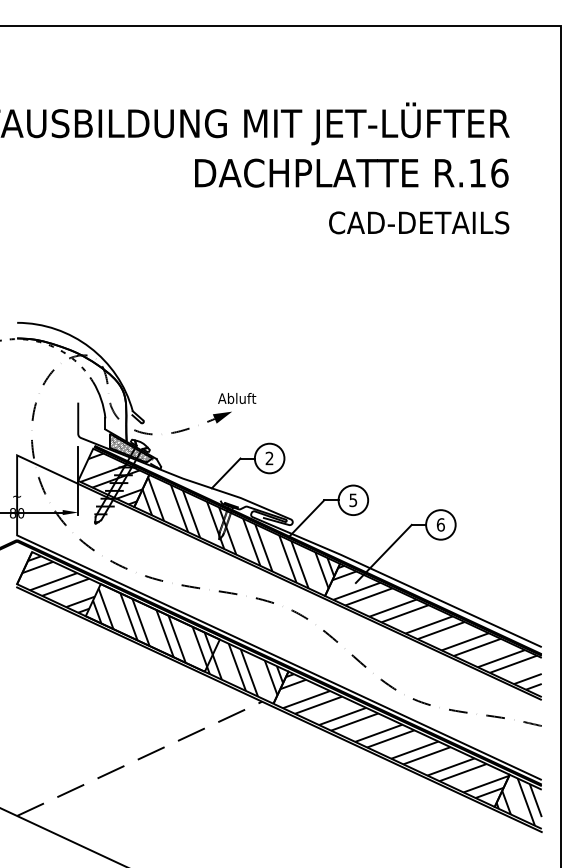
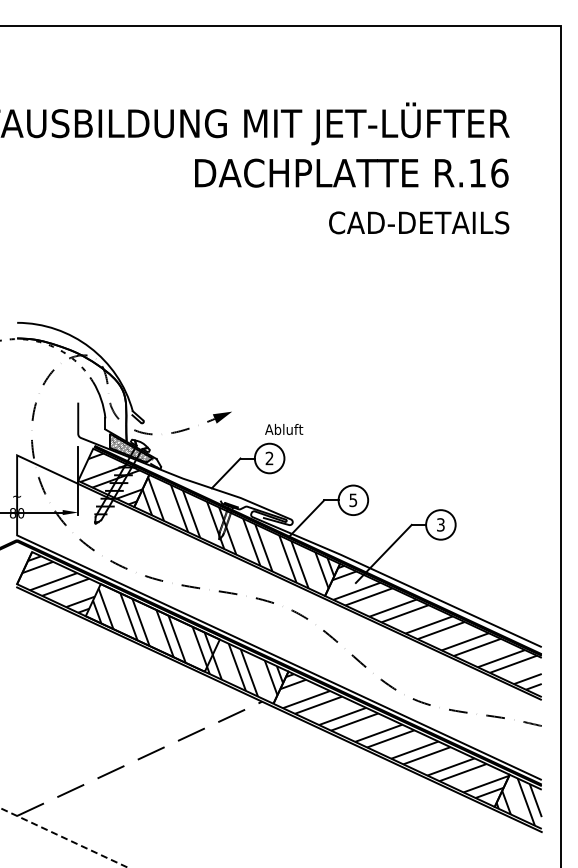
text at (237, 398) position: (237, 398) -> (284, 429)
text at (440, 524): 6 -> 3
line at (64, 838): solid -> dashed
